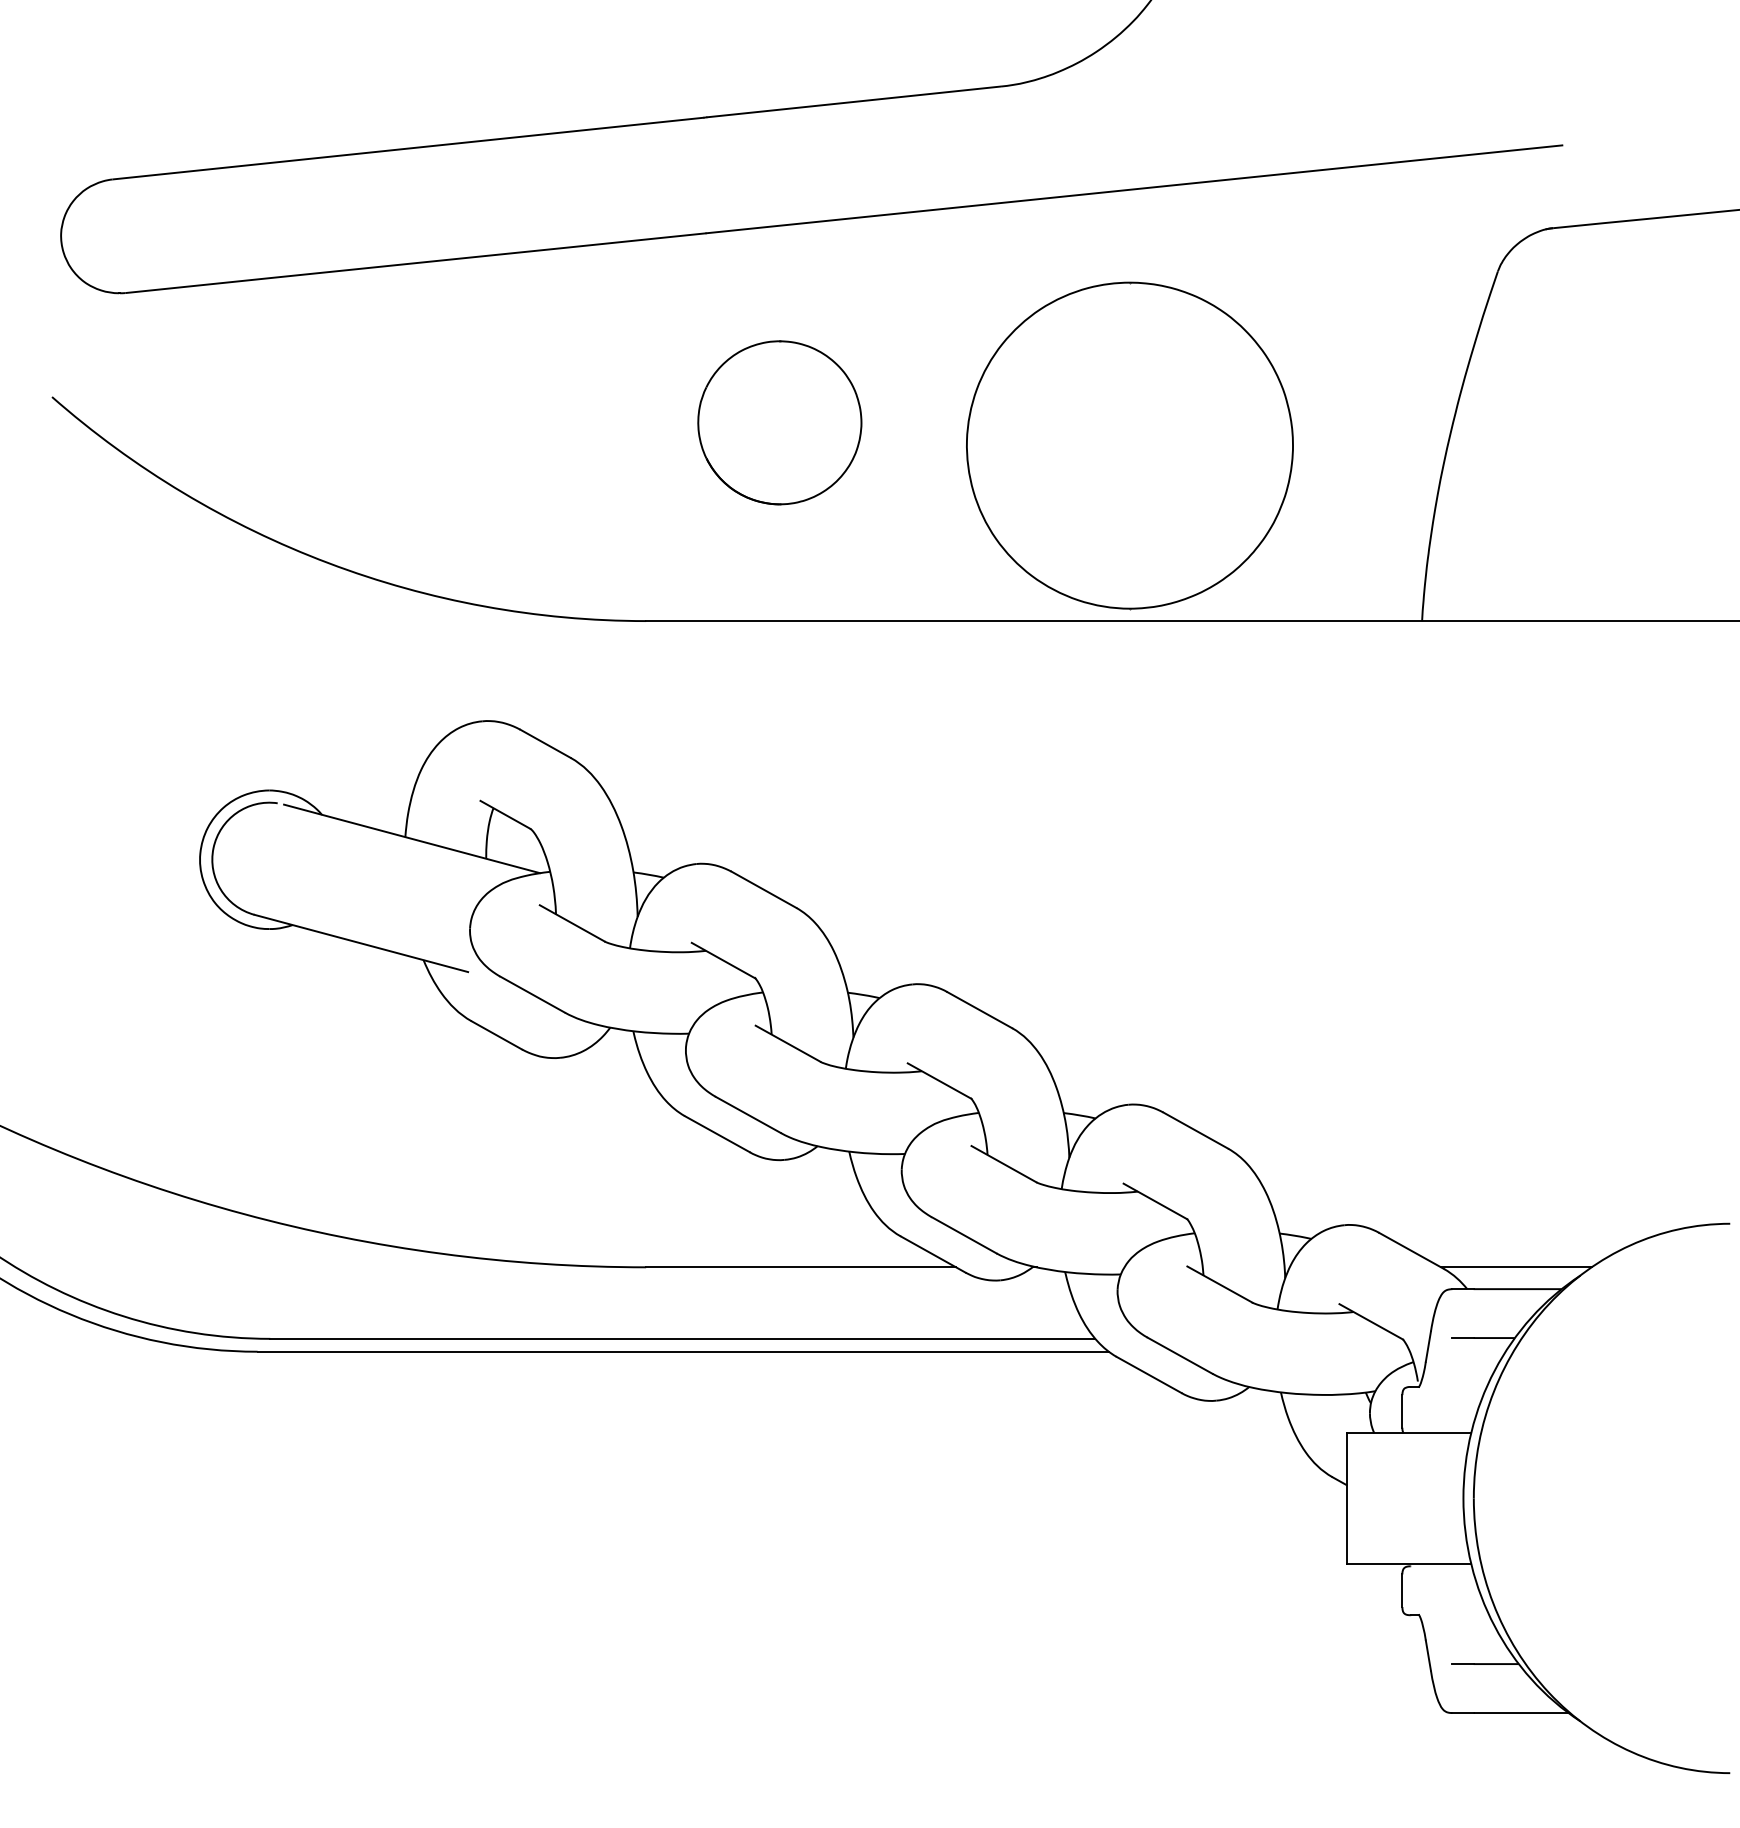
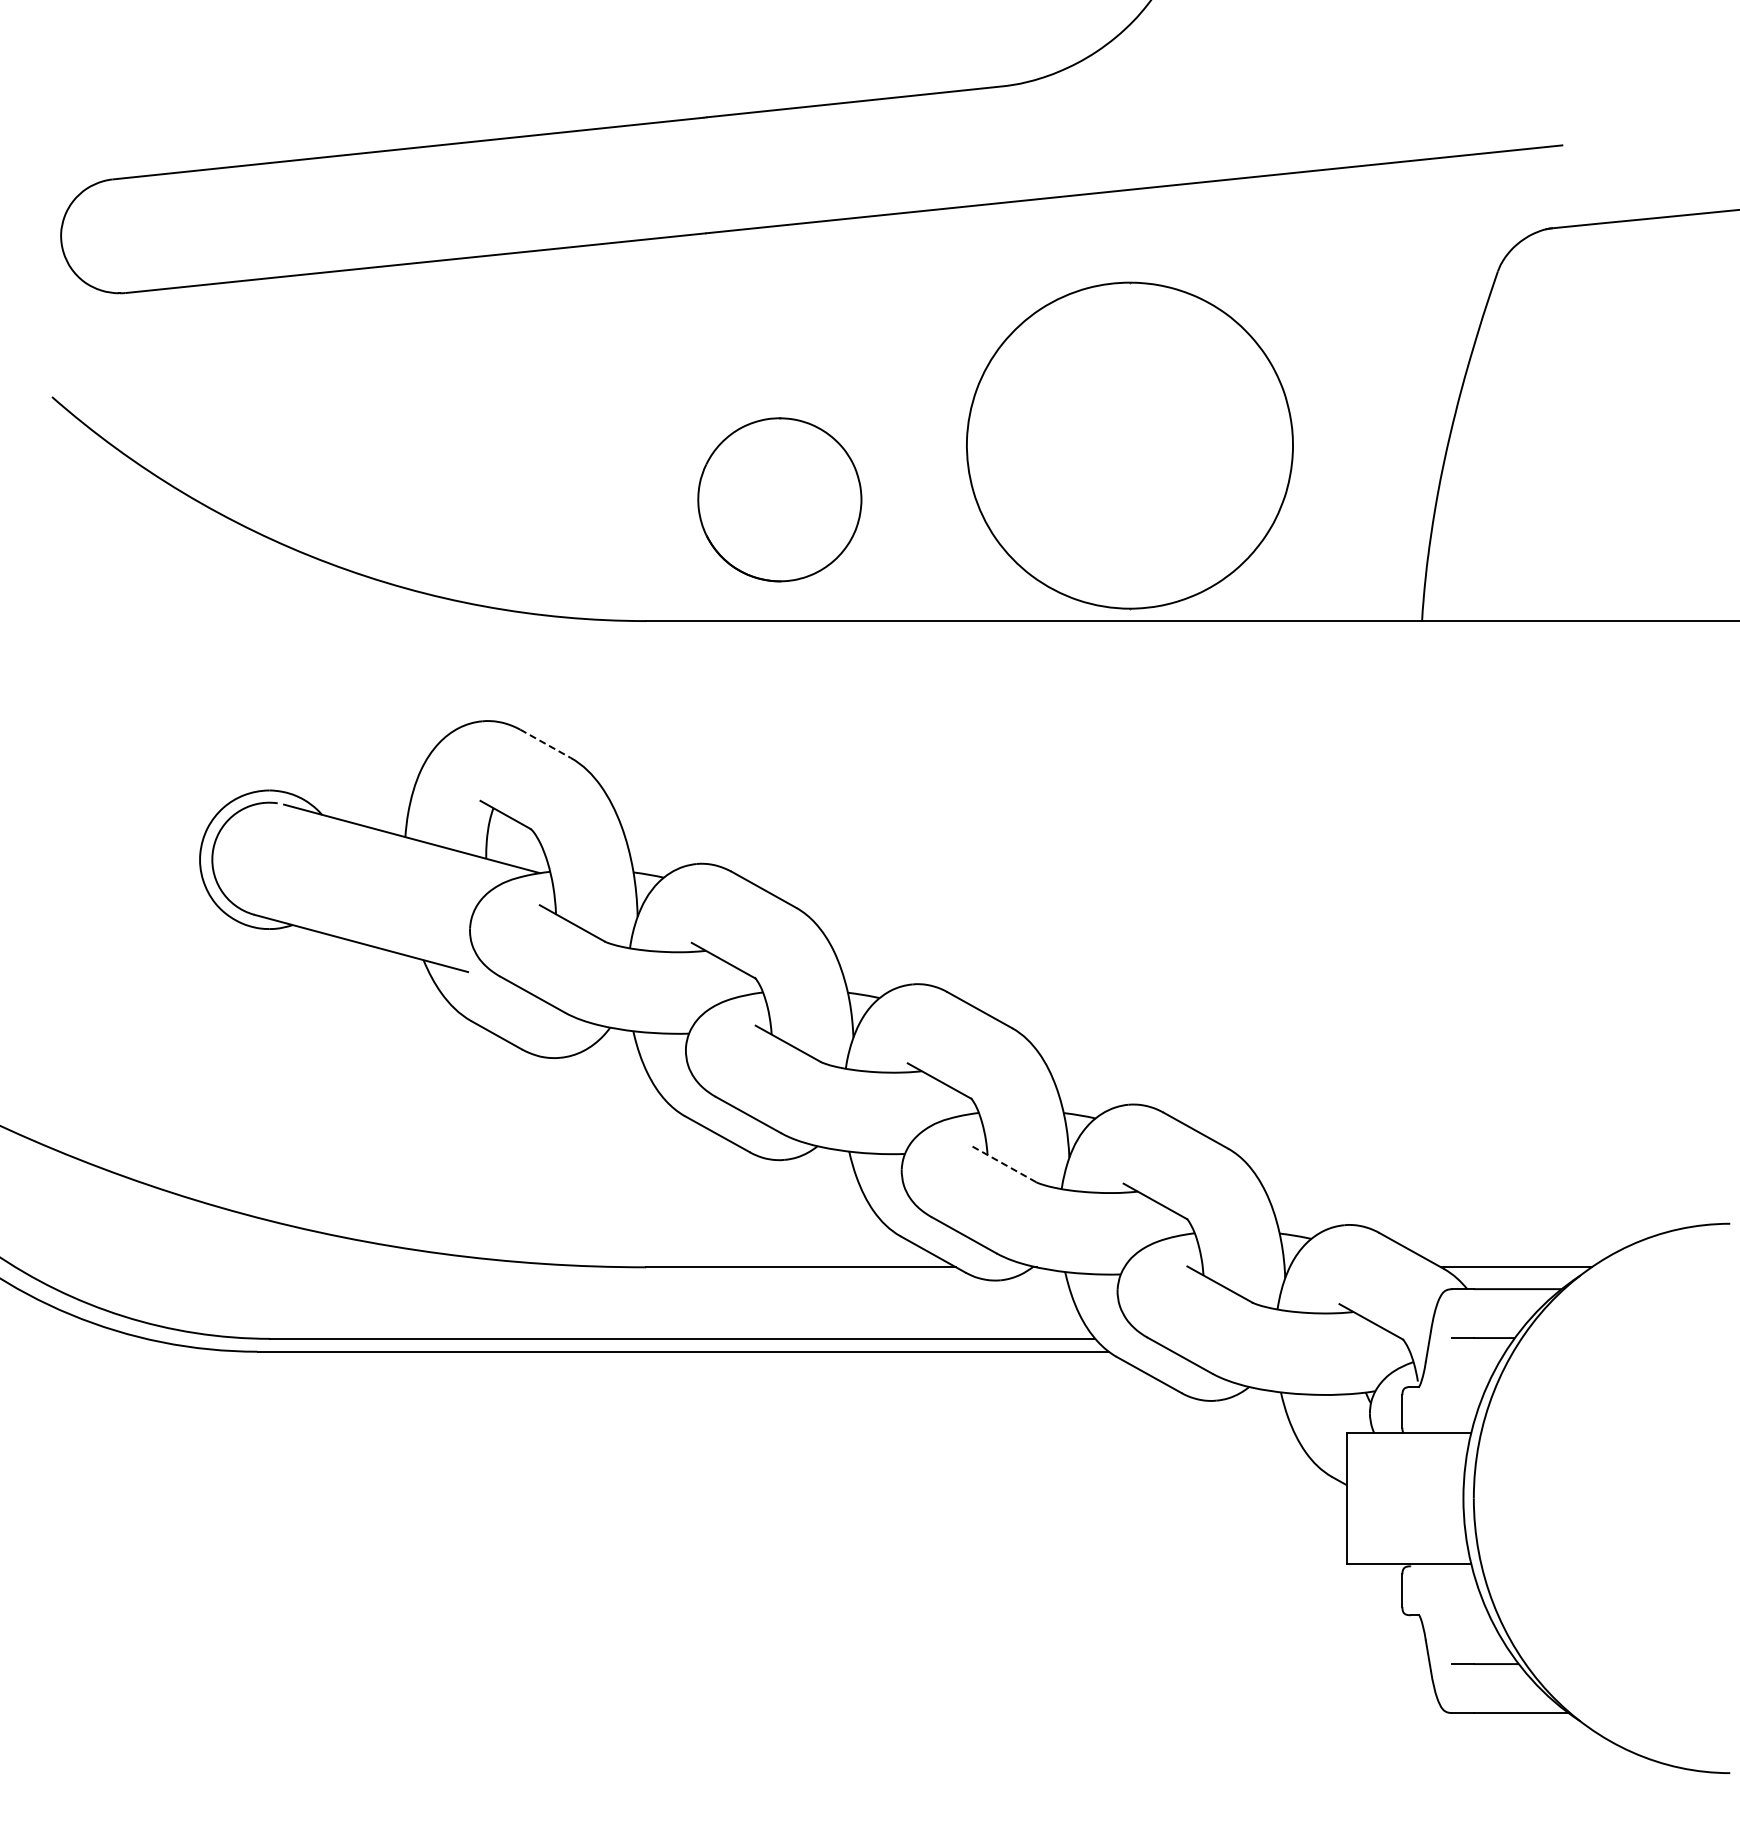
part at (779, 422) position: (779, 422) -> (779, 499)
line at (545, 743): solid -> dashed
line at (1003, 1163): solid -> dashed
